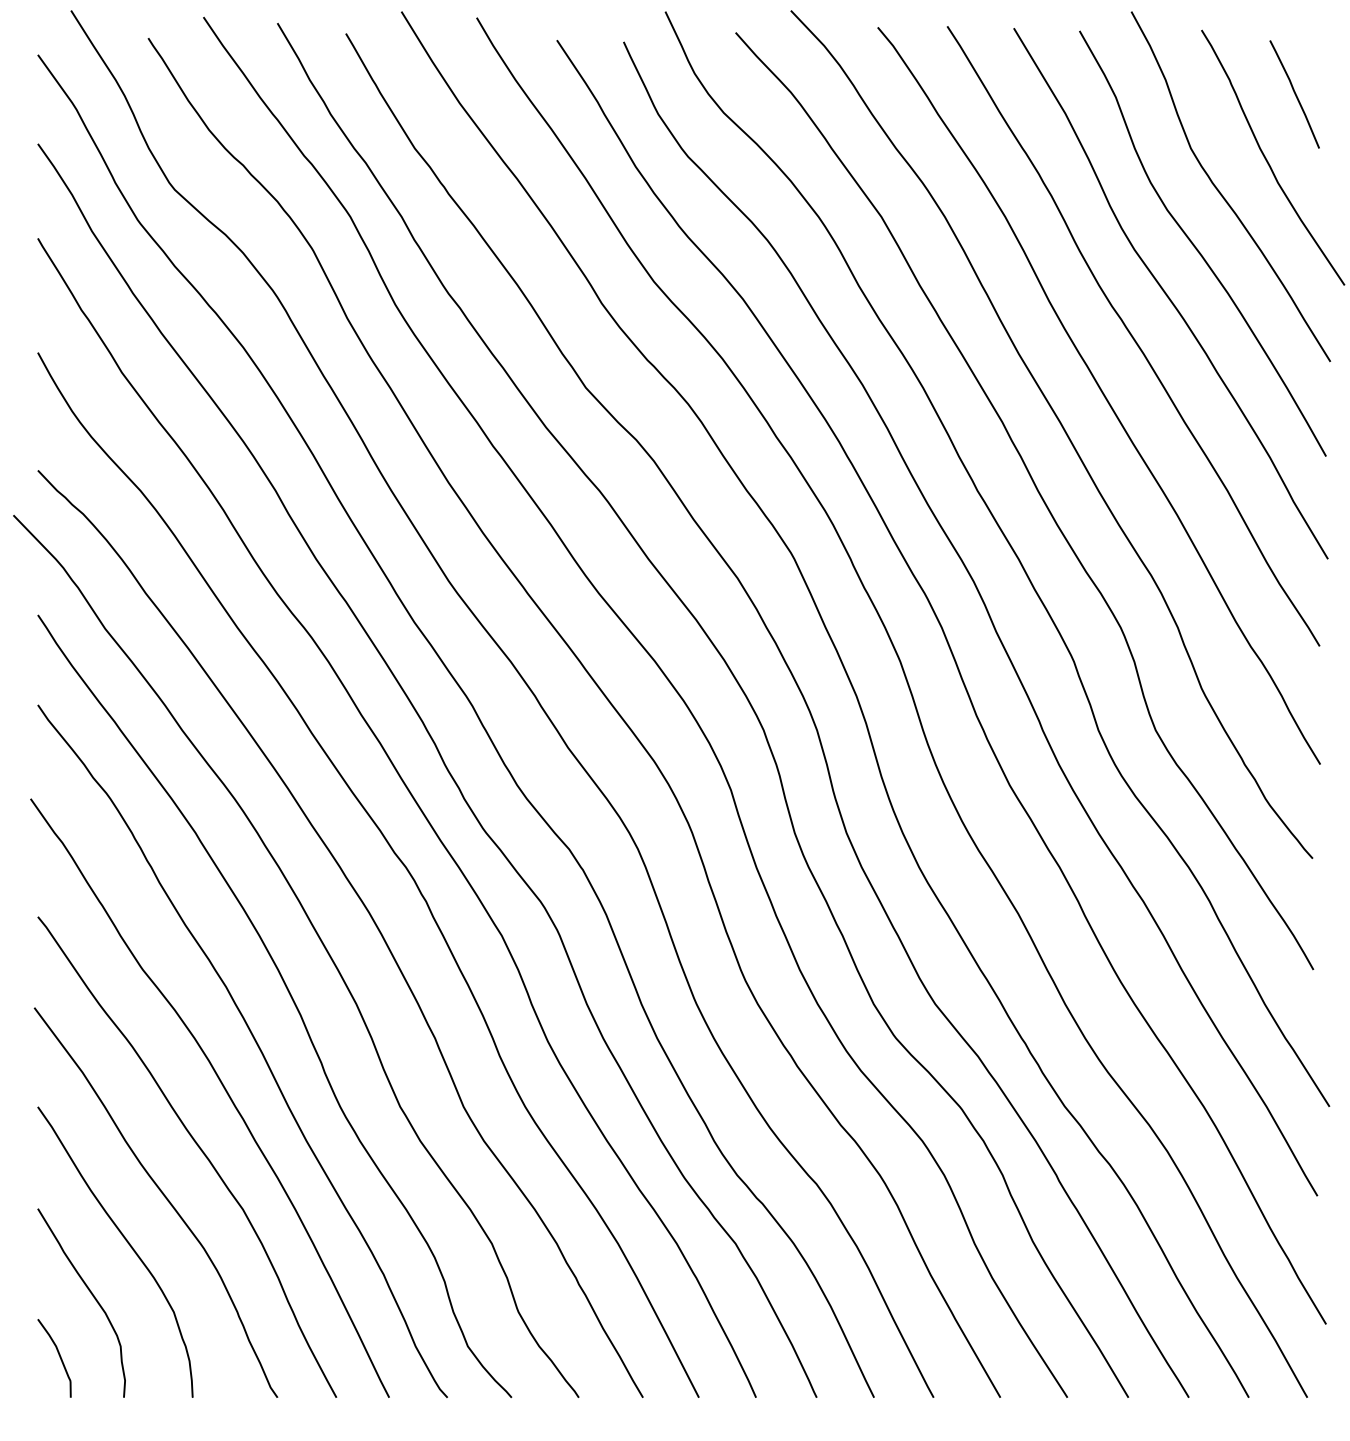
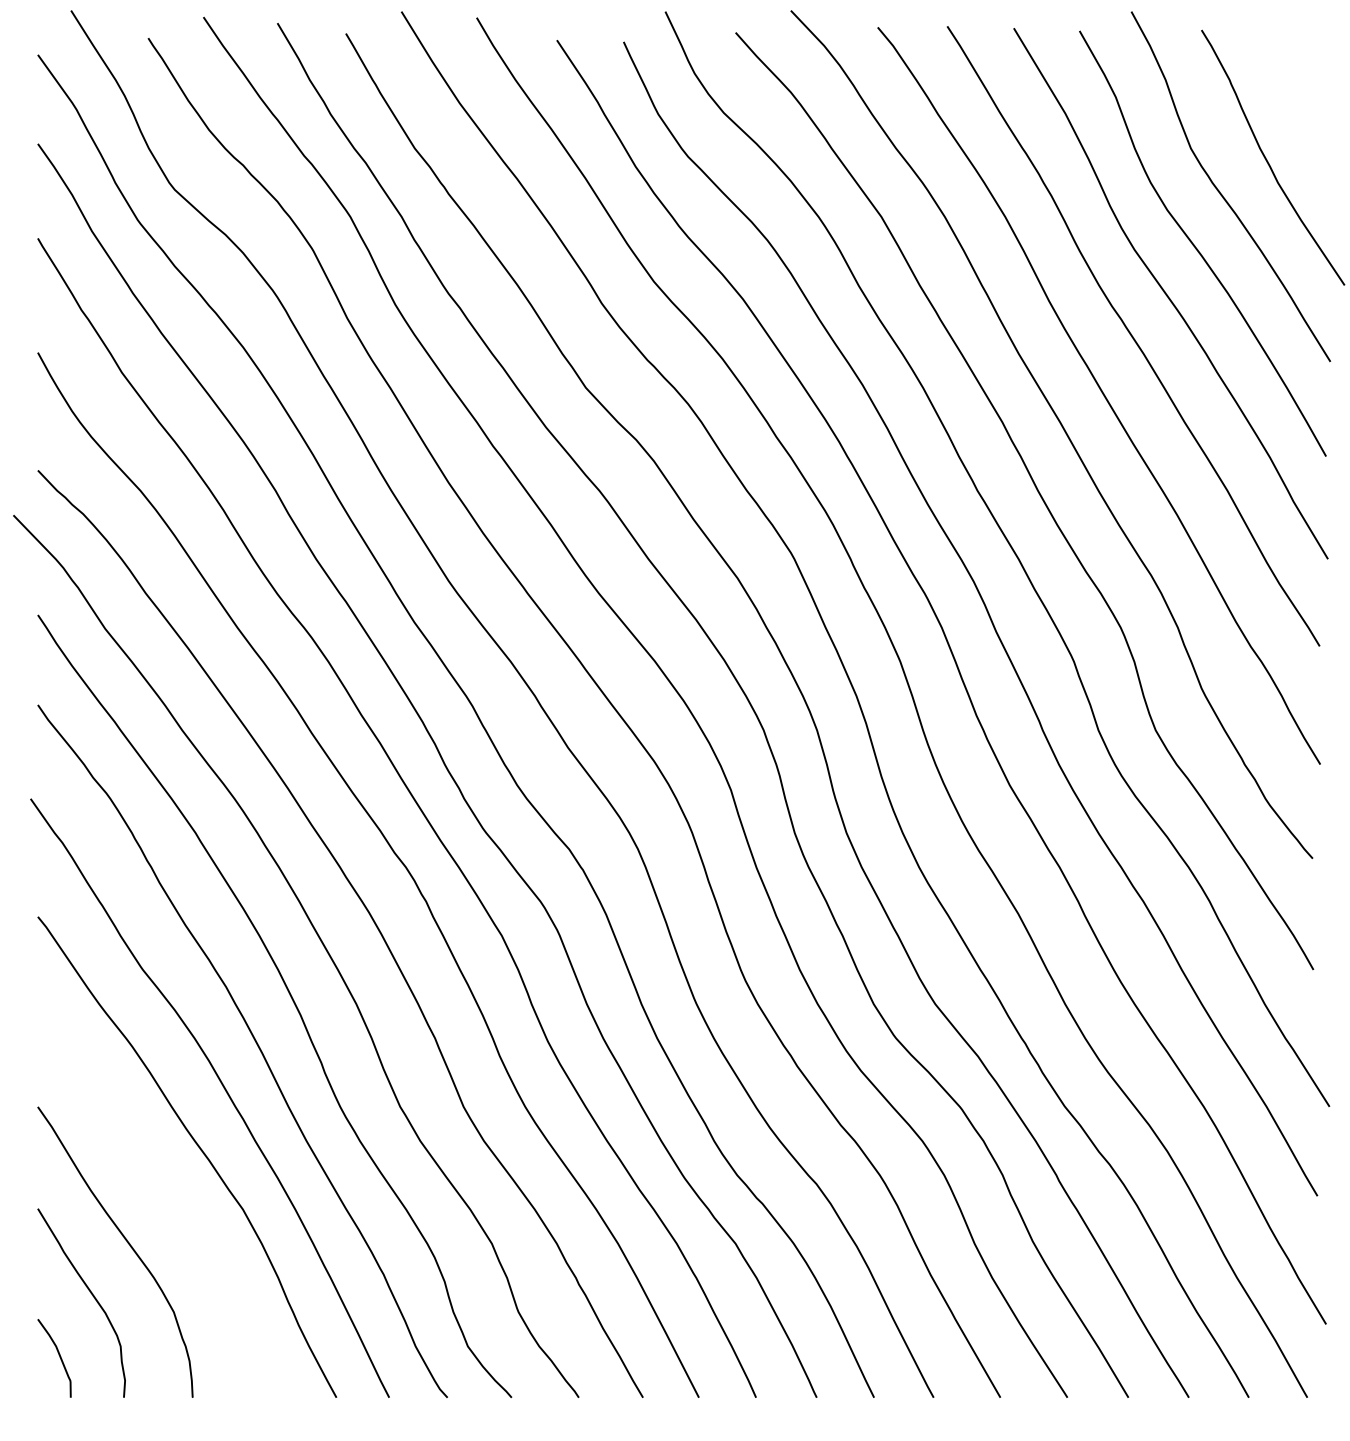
curve at (1294, 94): present -> none
curve at (164, 1197): present -> none
